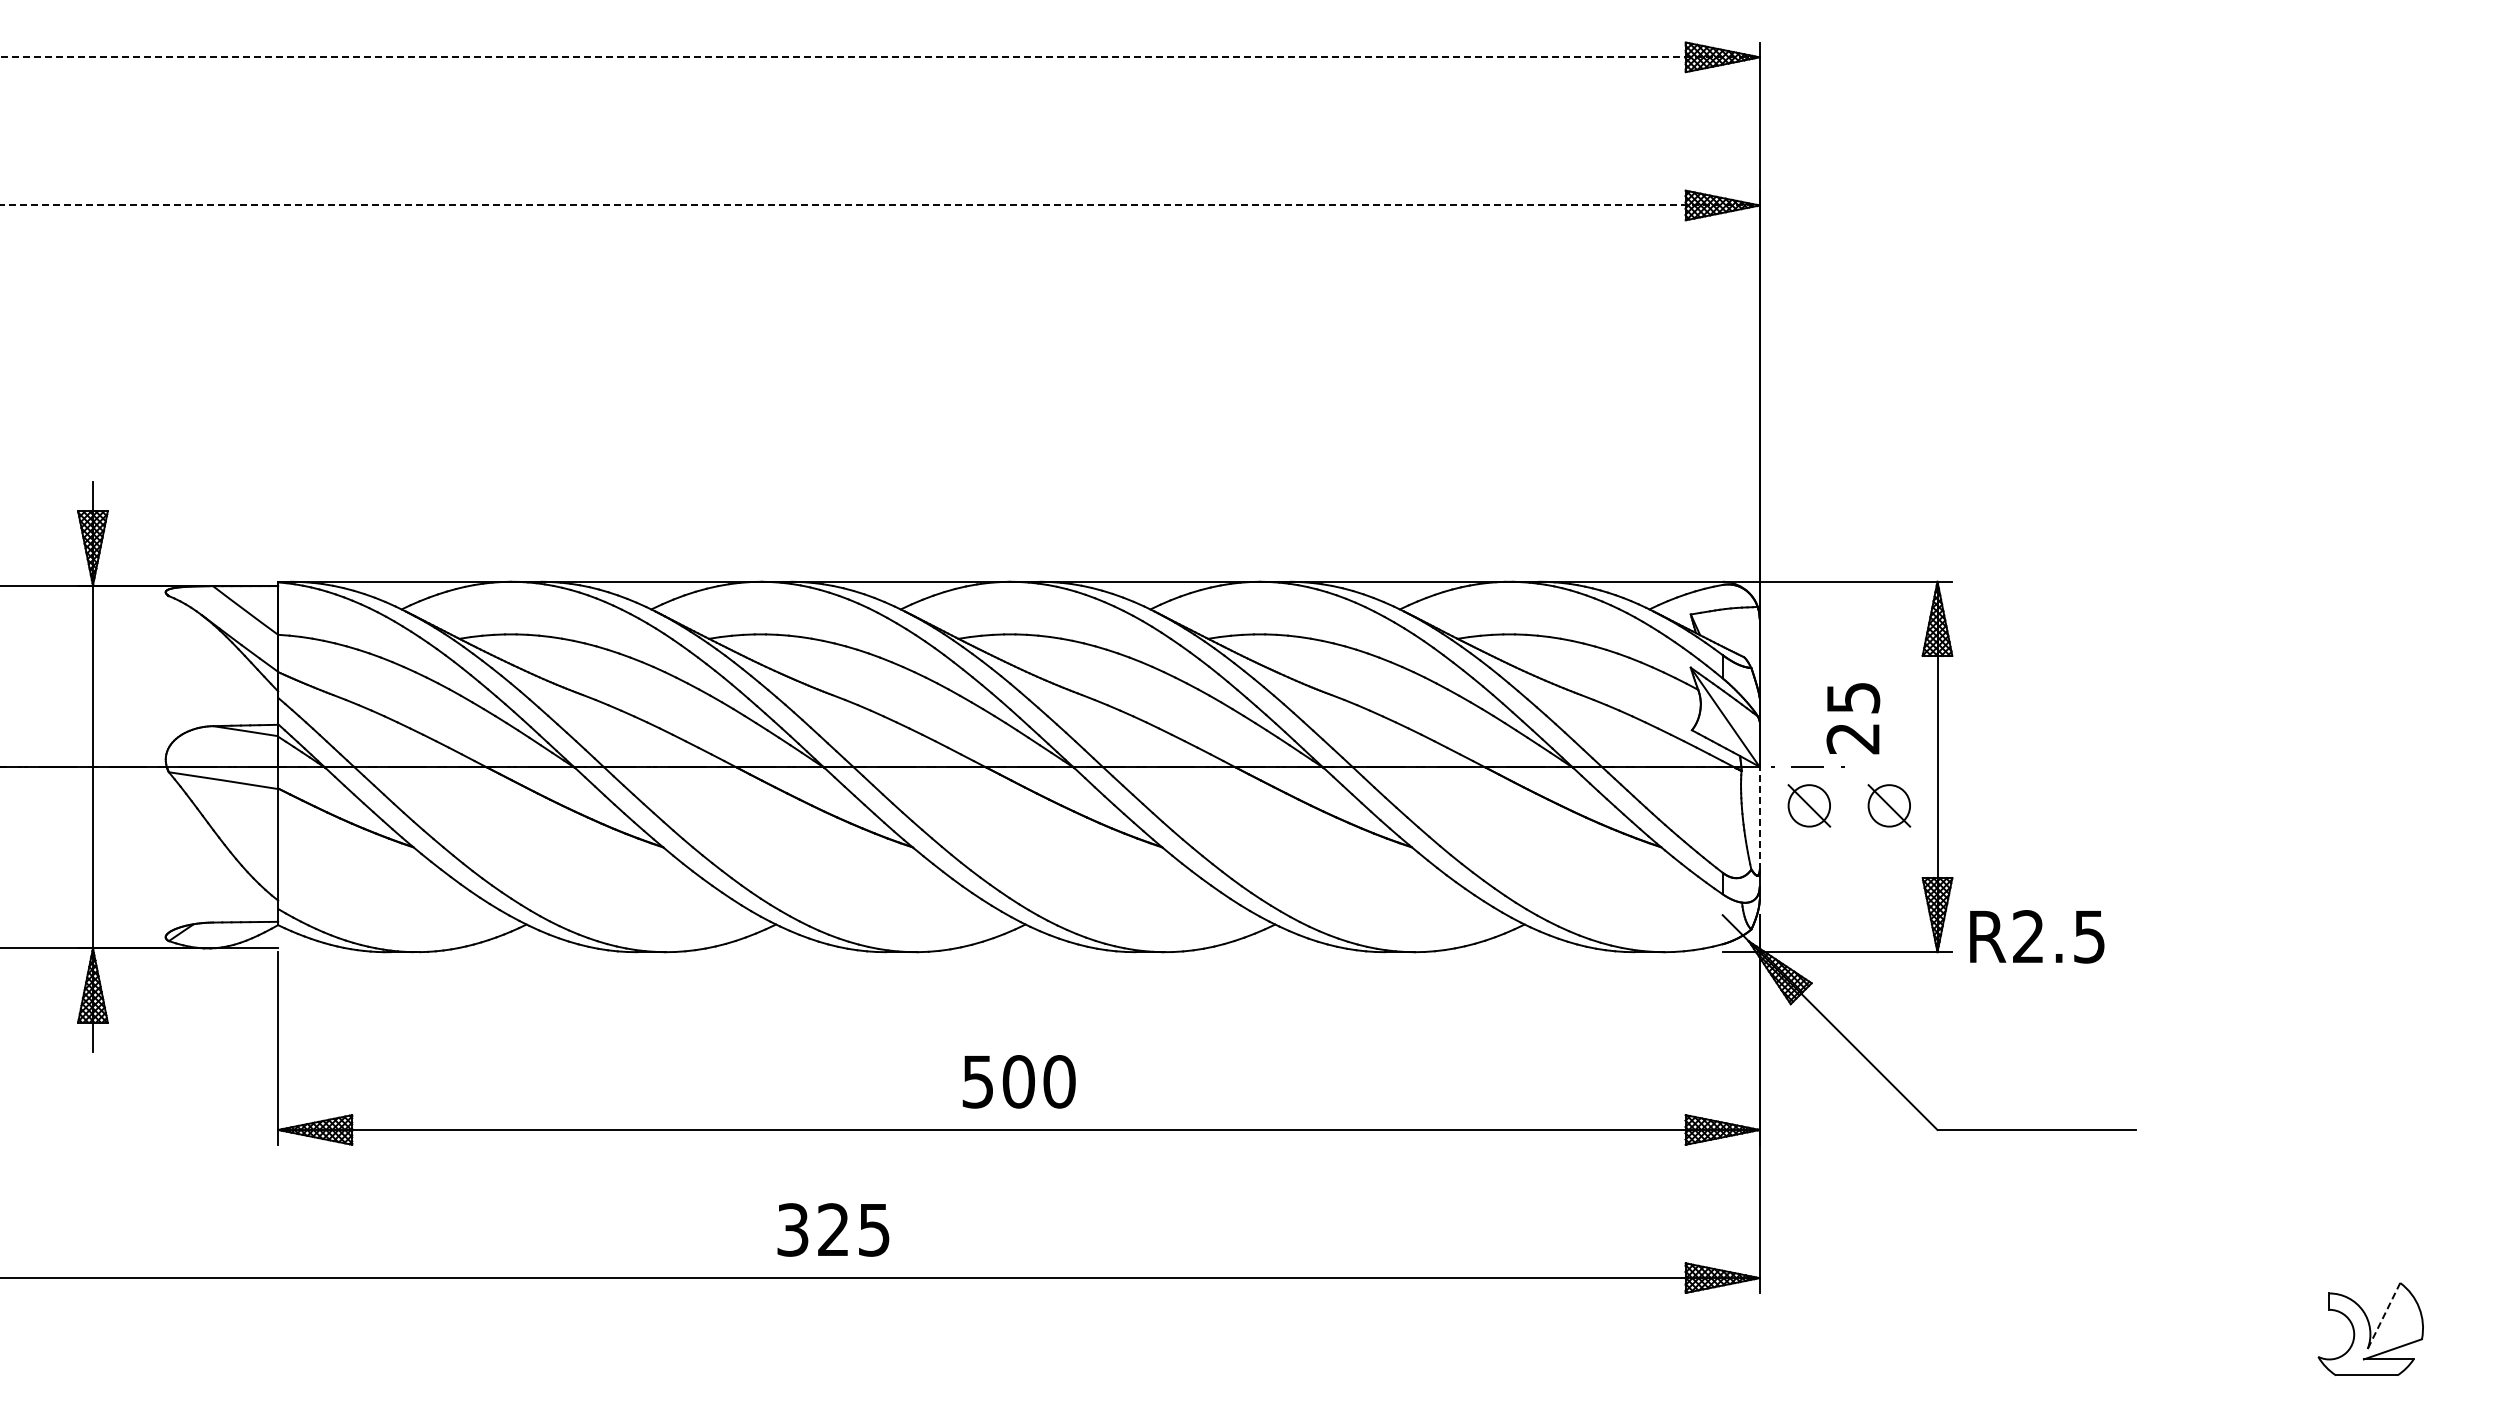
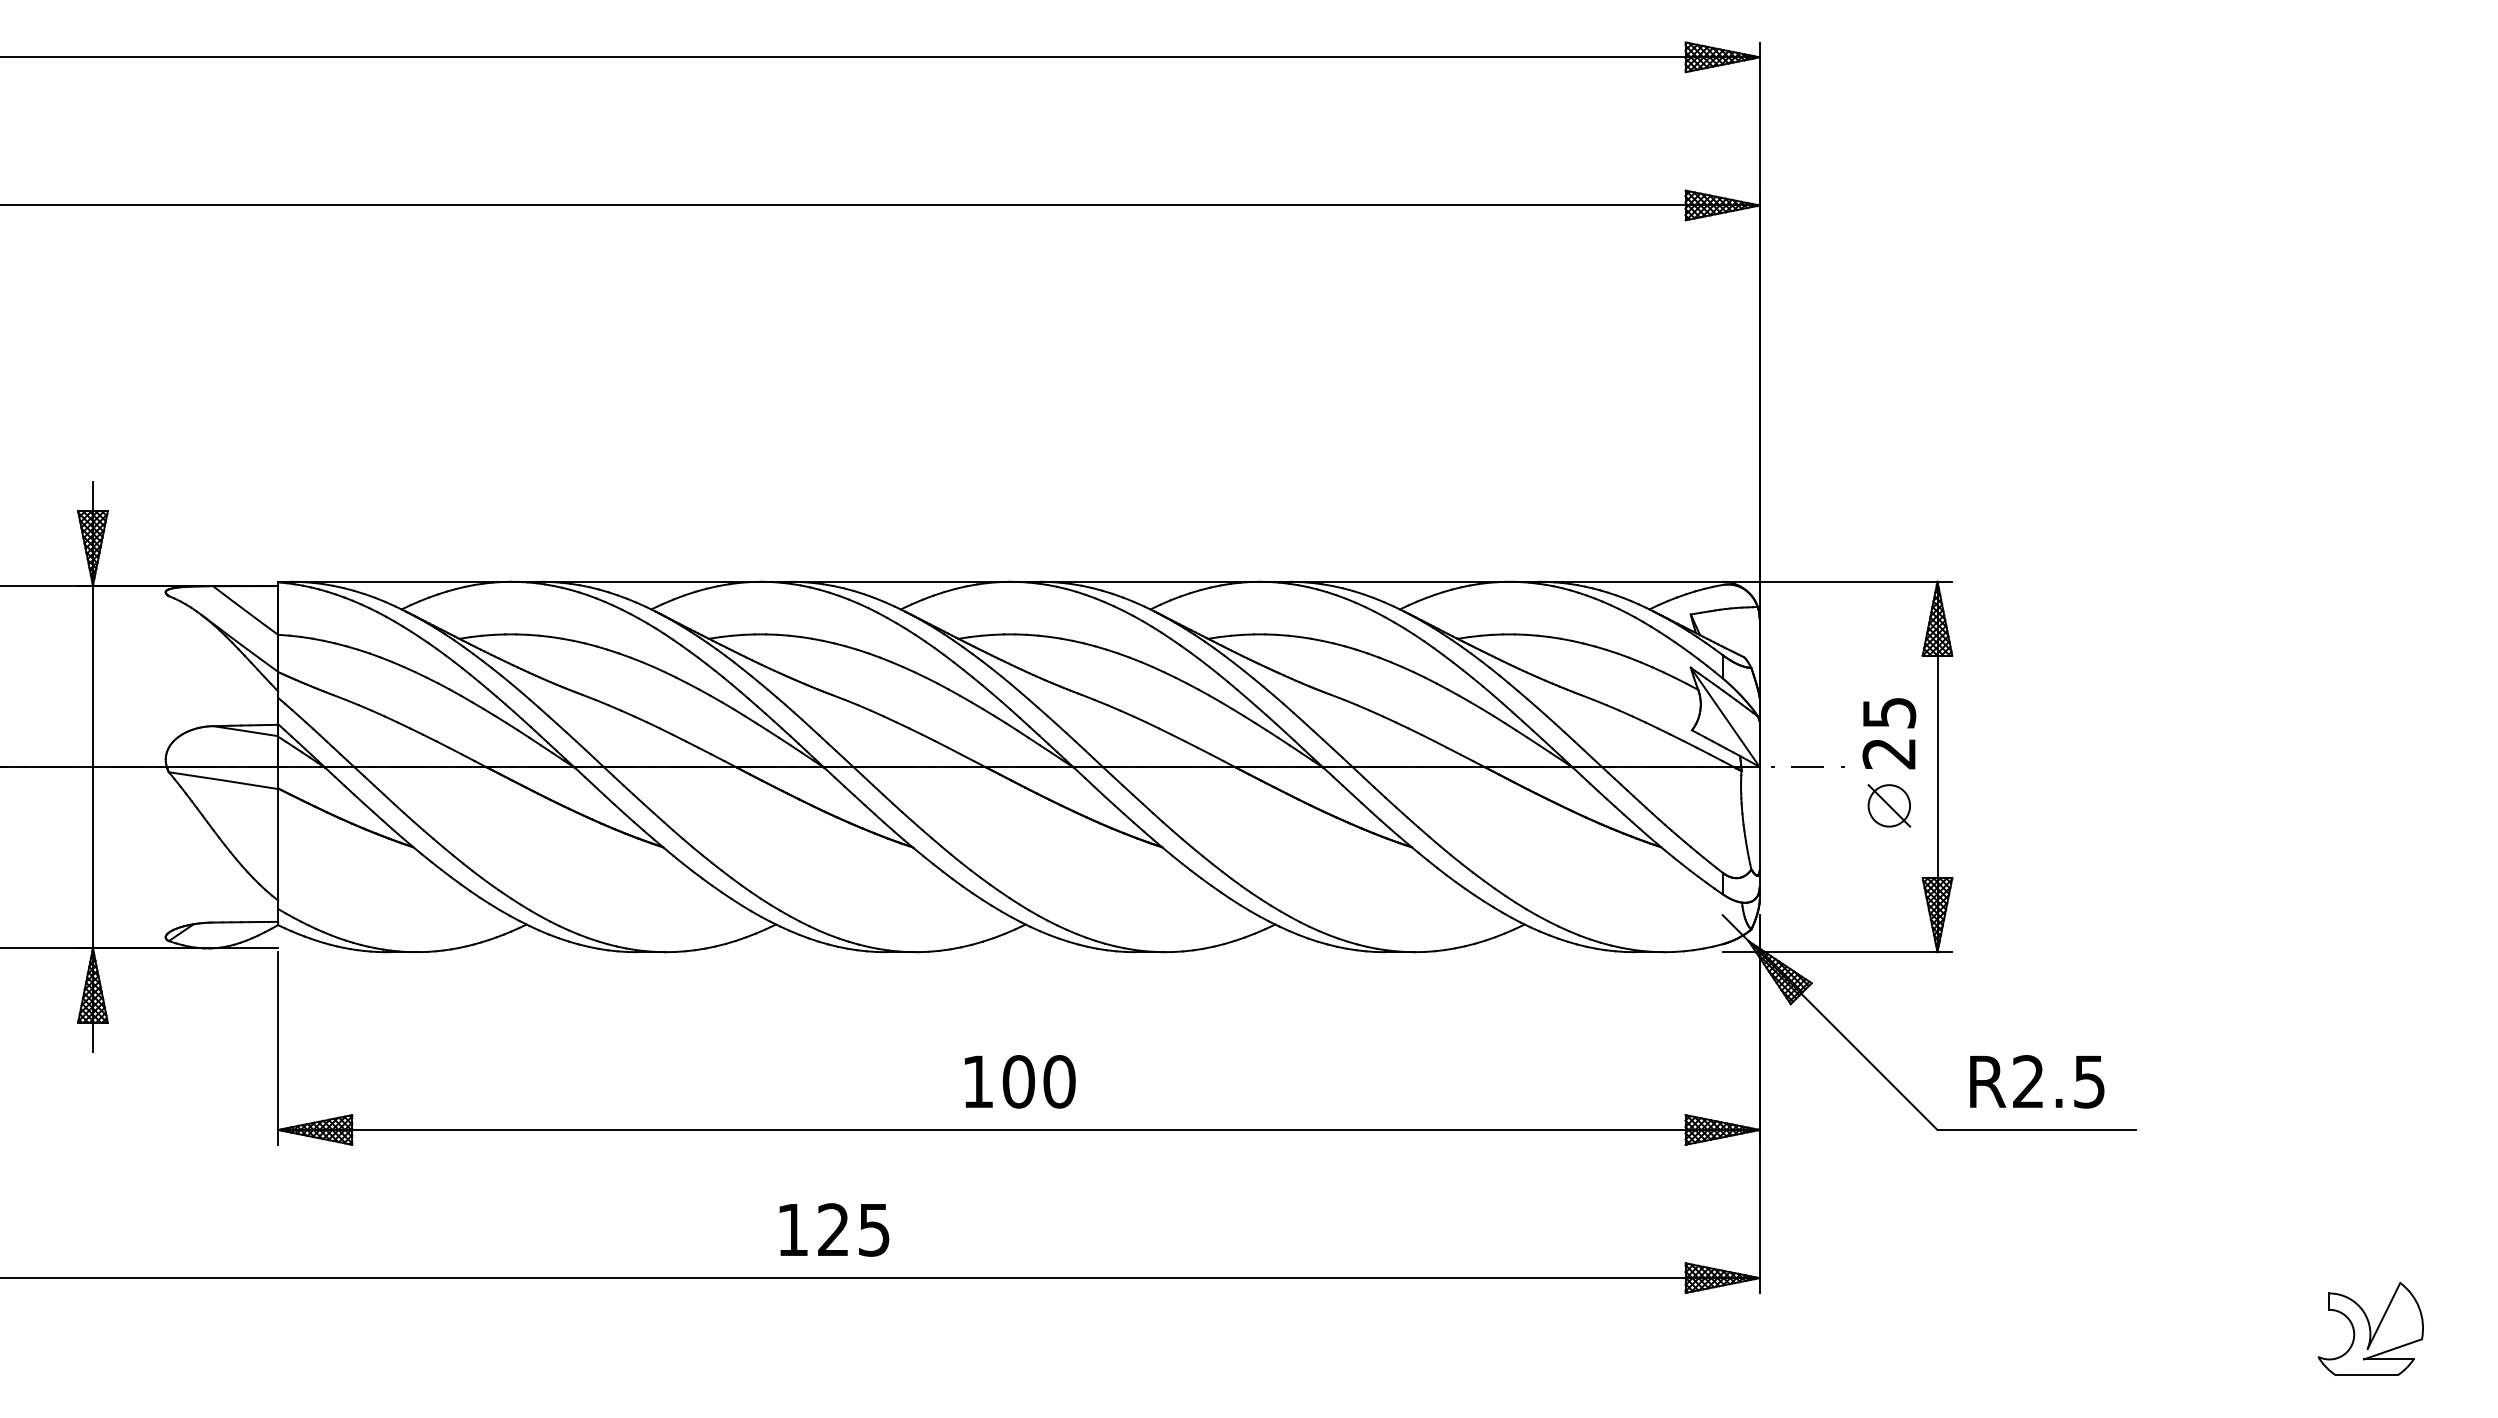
line at (880, 57): dashed -> solid
line at (880, 205): dashed -> solid
text at (1853, 718) position: (1853, 718) -> (1889, 733)
part at (1809, 805): present -> none
line at (1759, 818): dashed -> solid
text at (2037, 936) position: (2037, 936) -> (2037, 1081)
text at (977, 1081): 500 -> 100
text at (792, 1229): 325 -> 125
line at (2383, 1316): dashed -> solid
